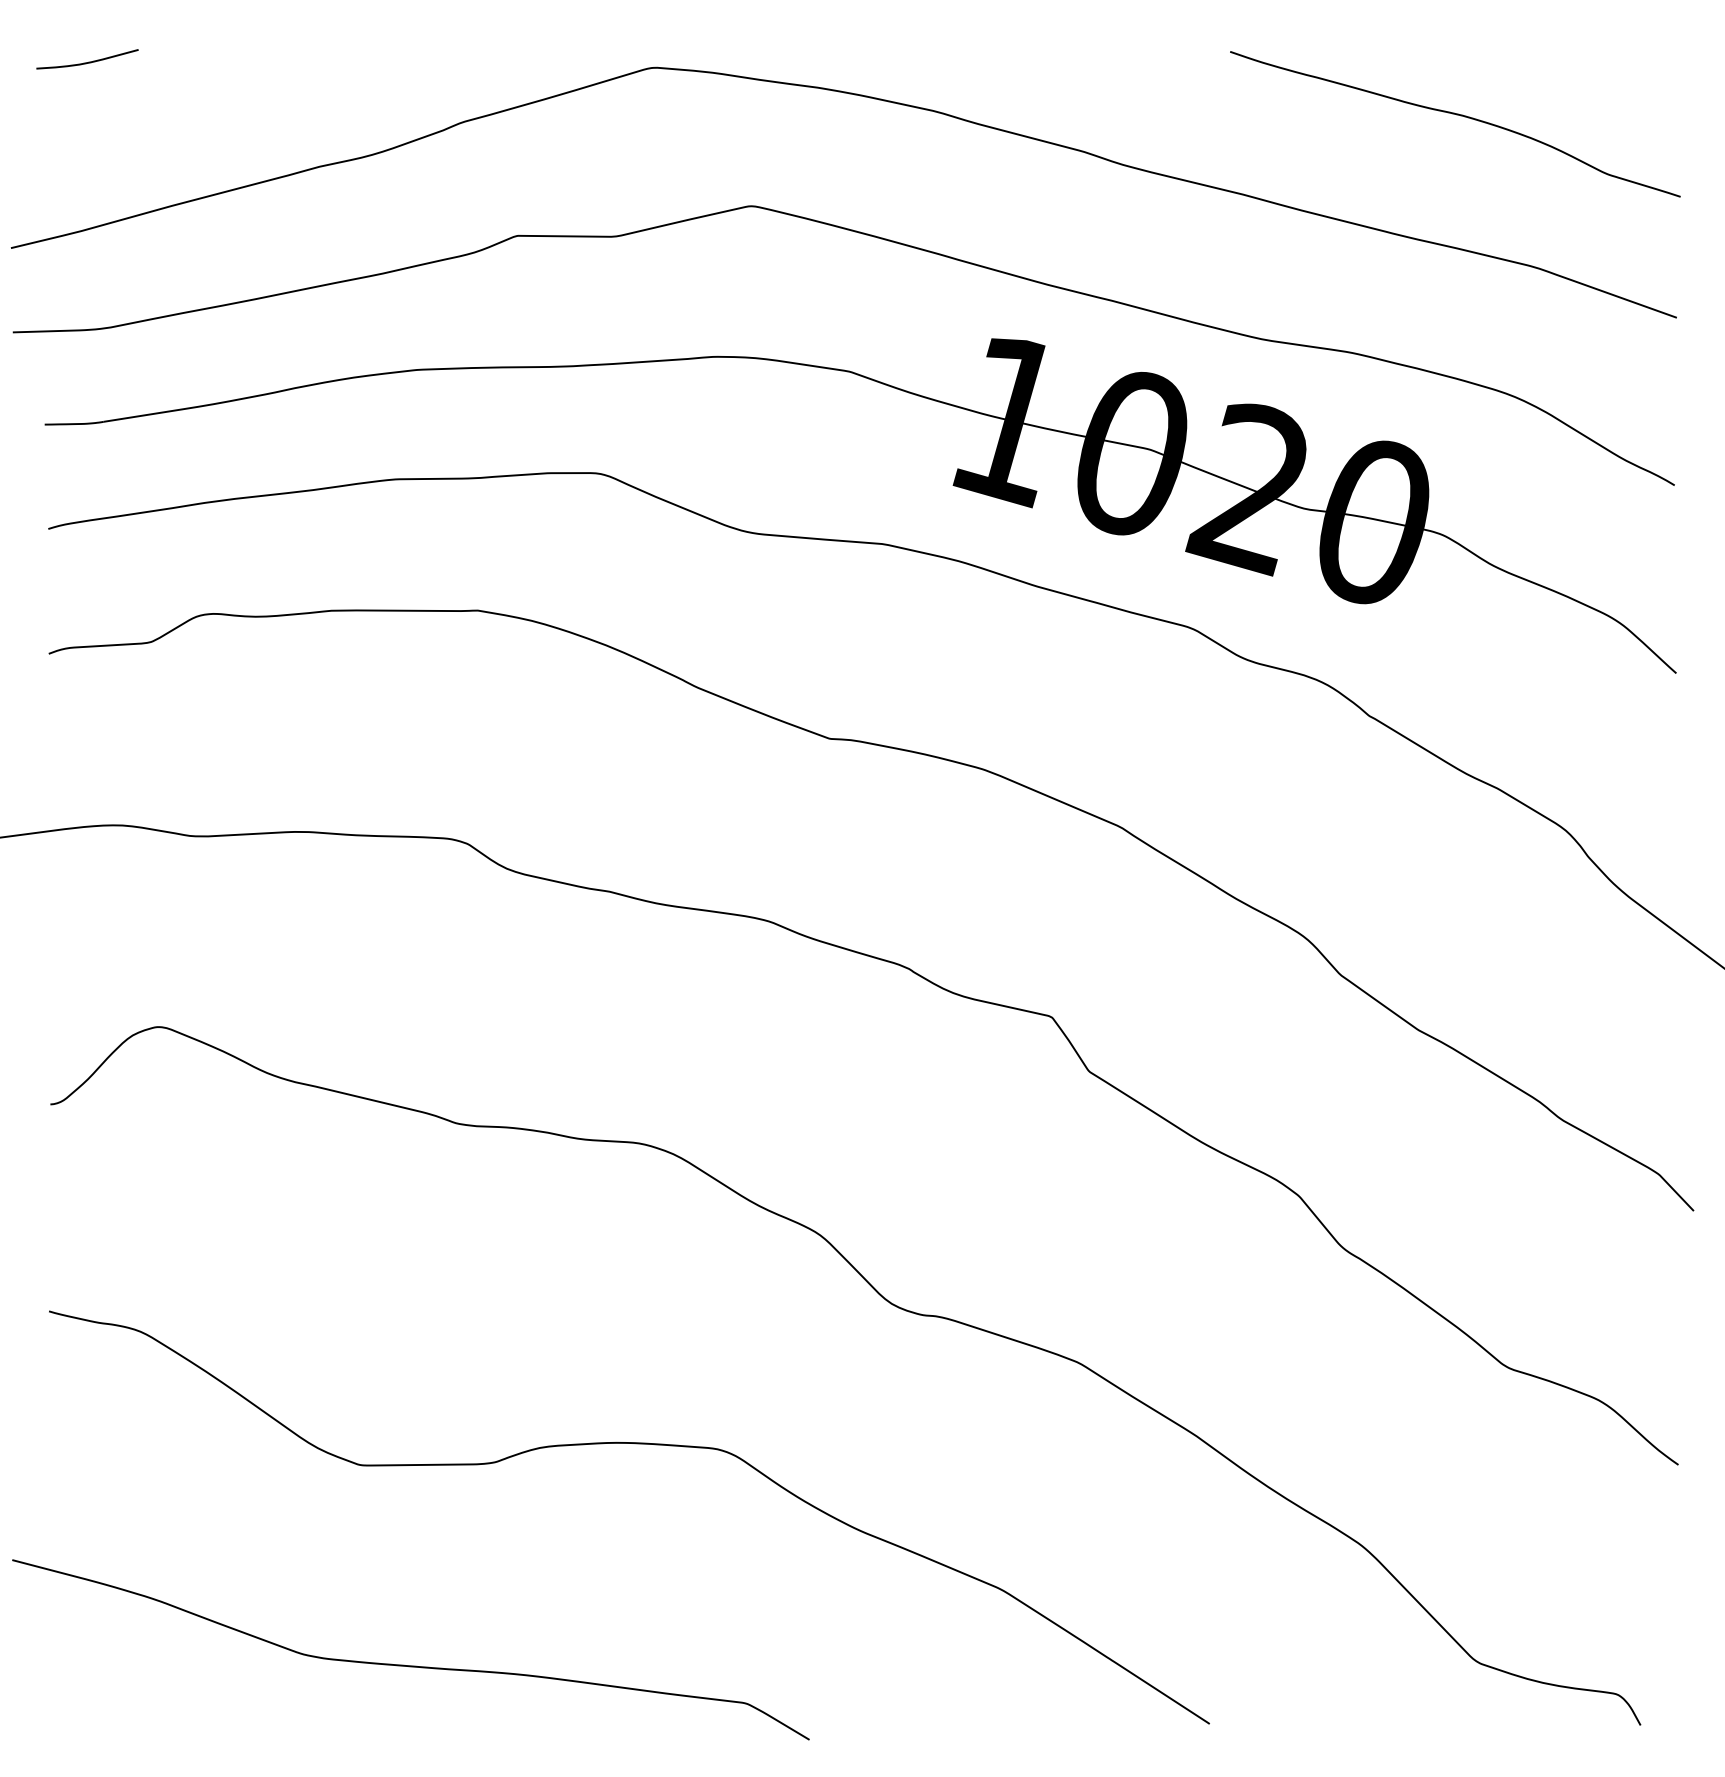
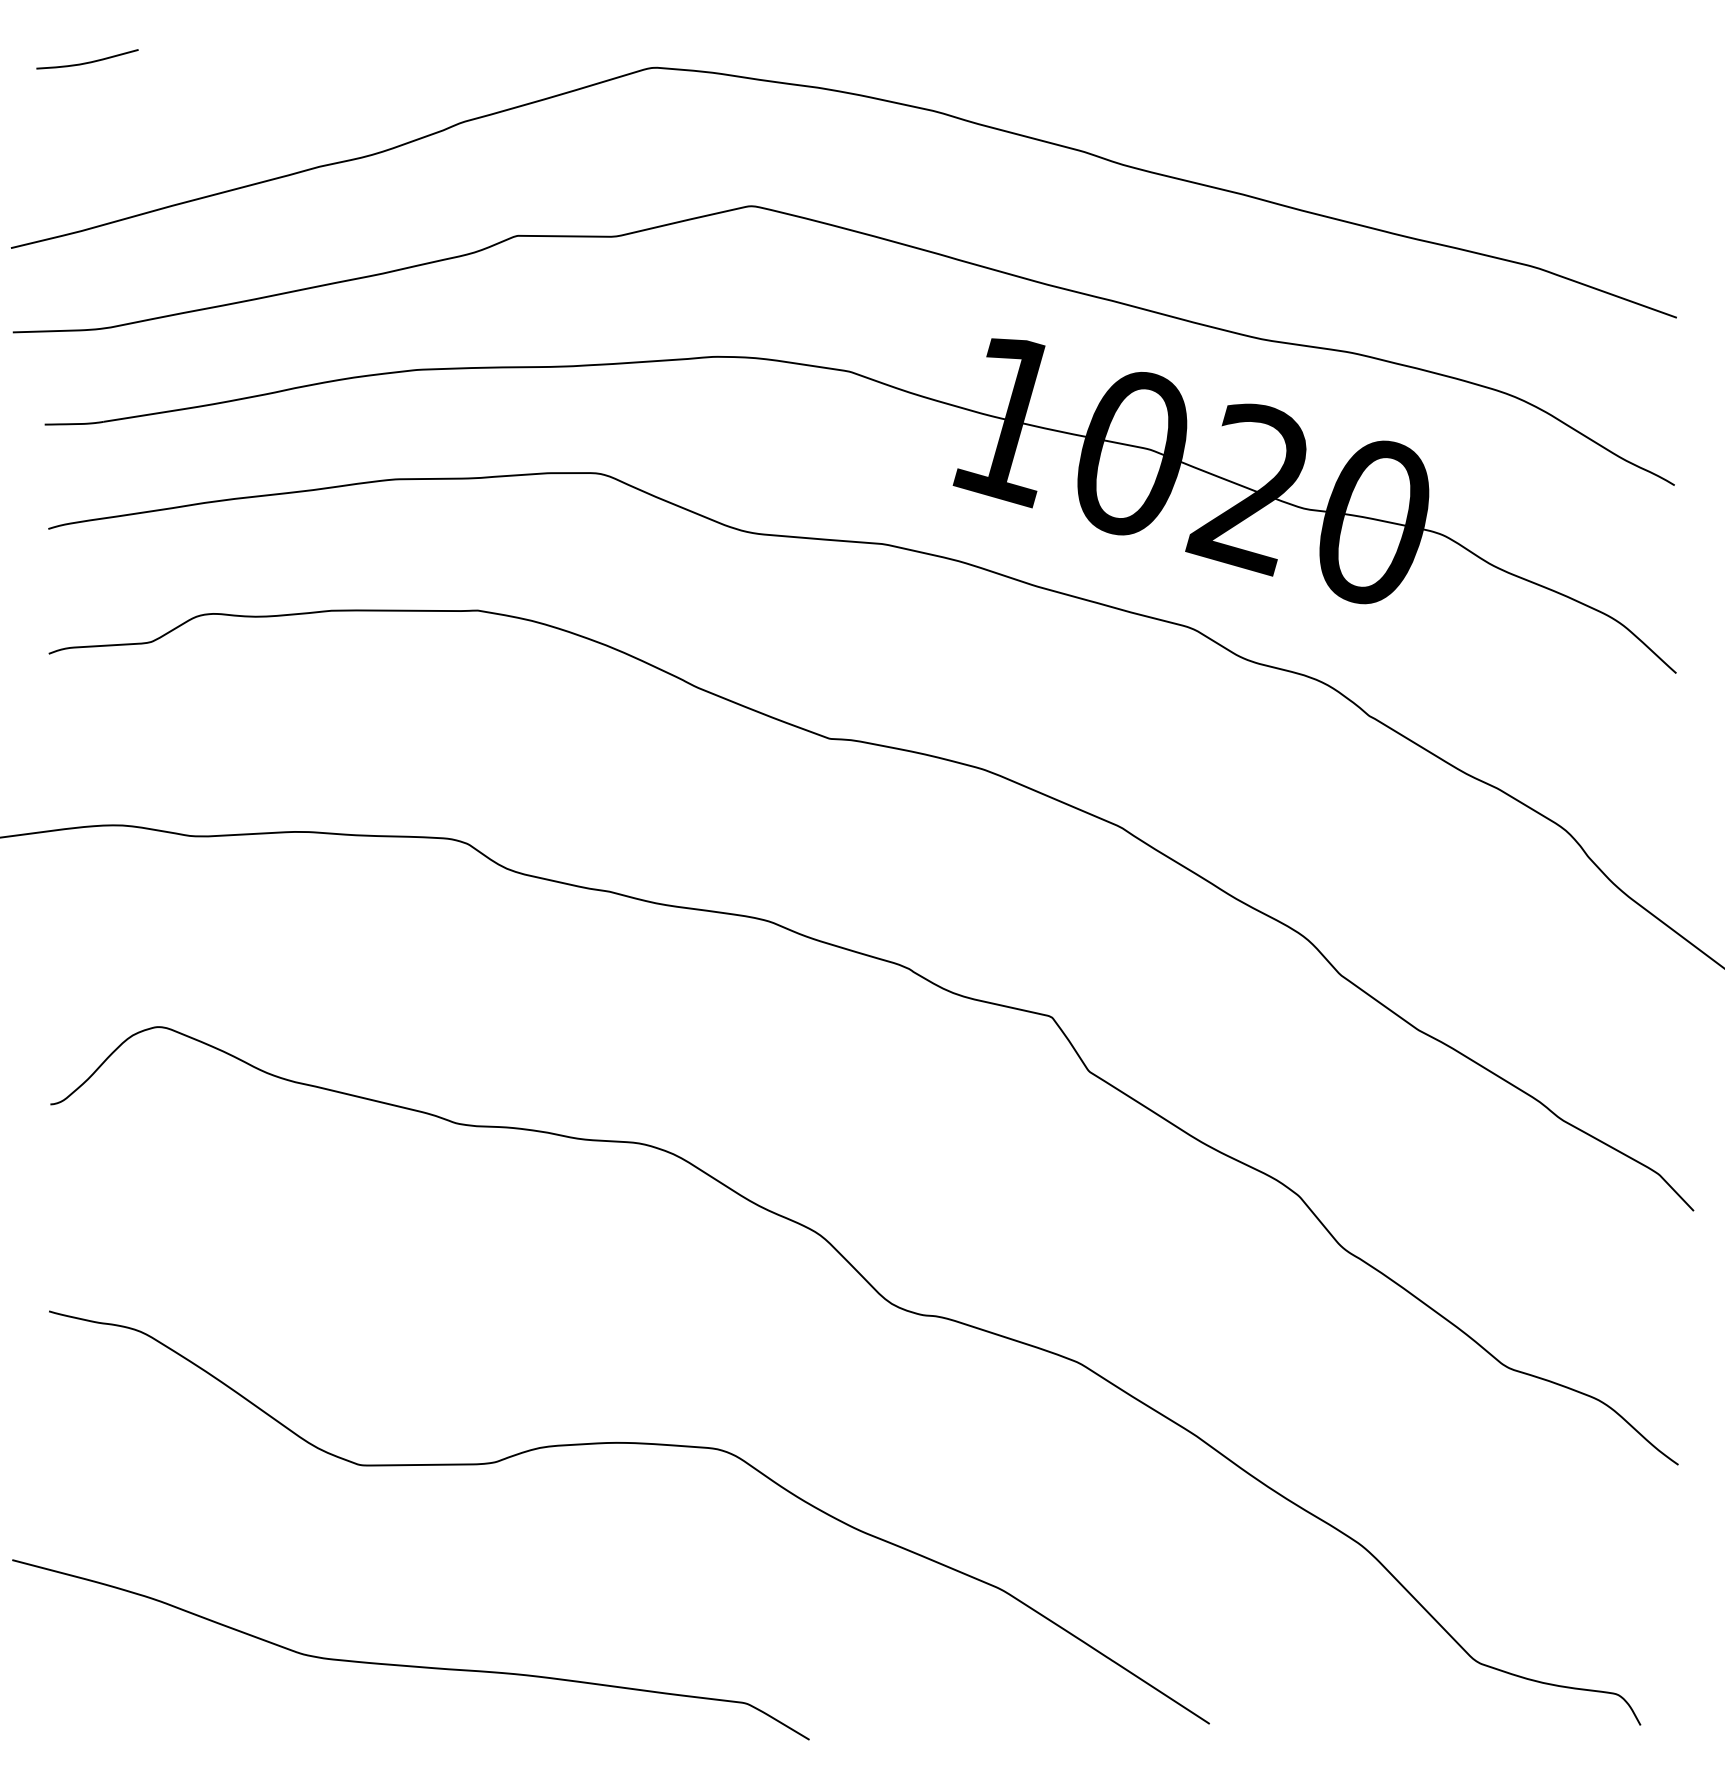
curve at (1456, 115): present -> none
